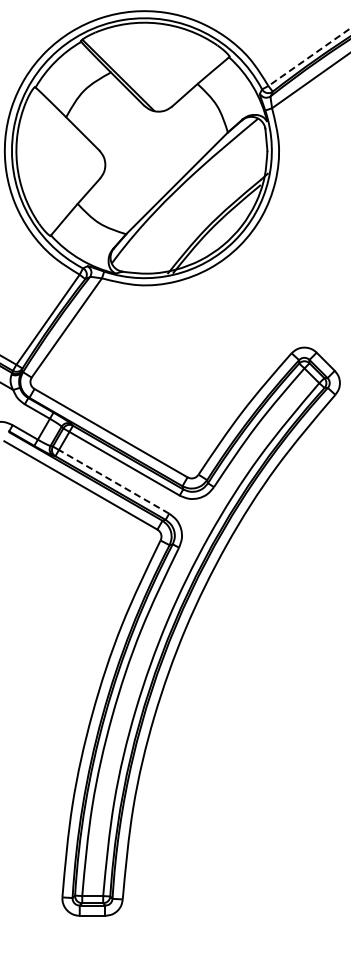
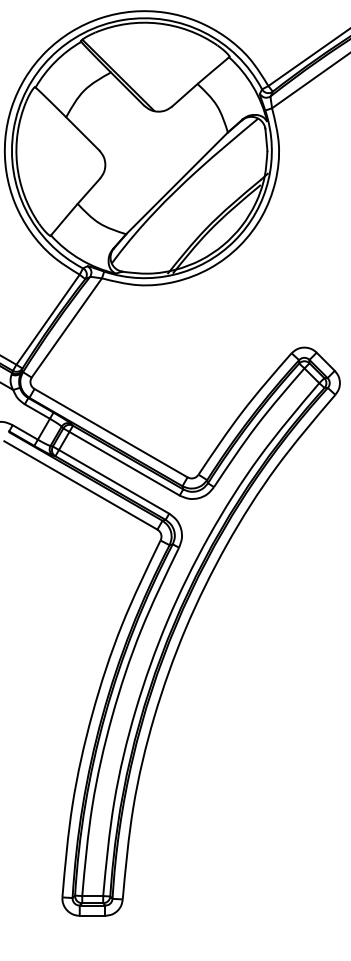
line at (308, 57): dashed -> solid
line at (114, 481): dashed -> solid
